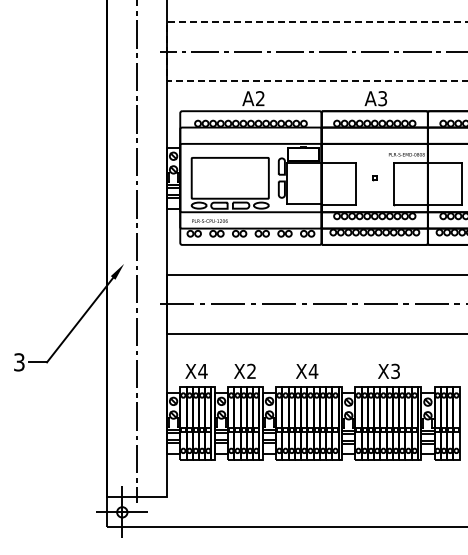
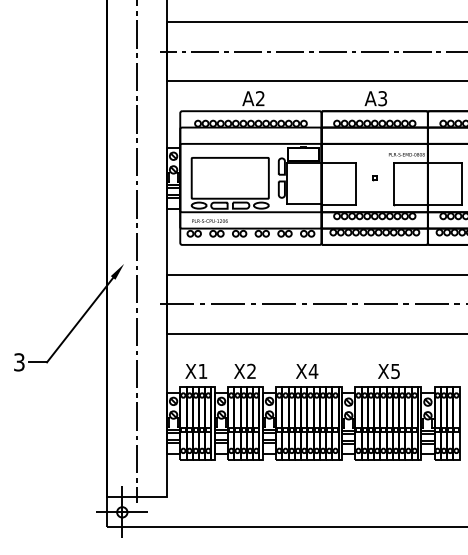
line at (166, 51): dashed -> solid
text at (395, 370): X3 -> X5
text at (202, 371): X4 -> X1
